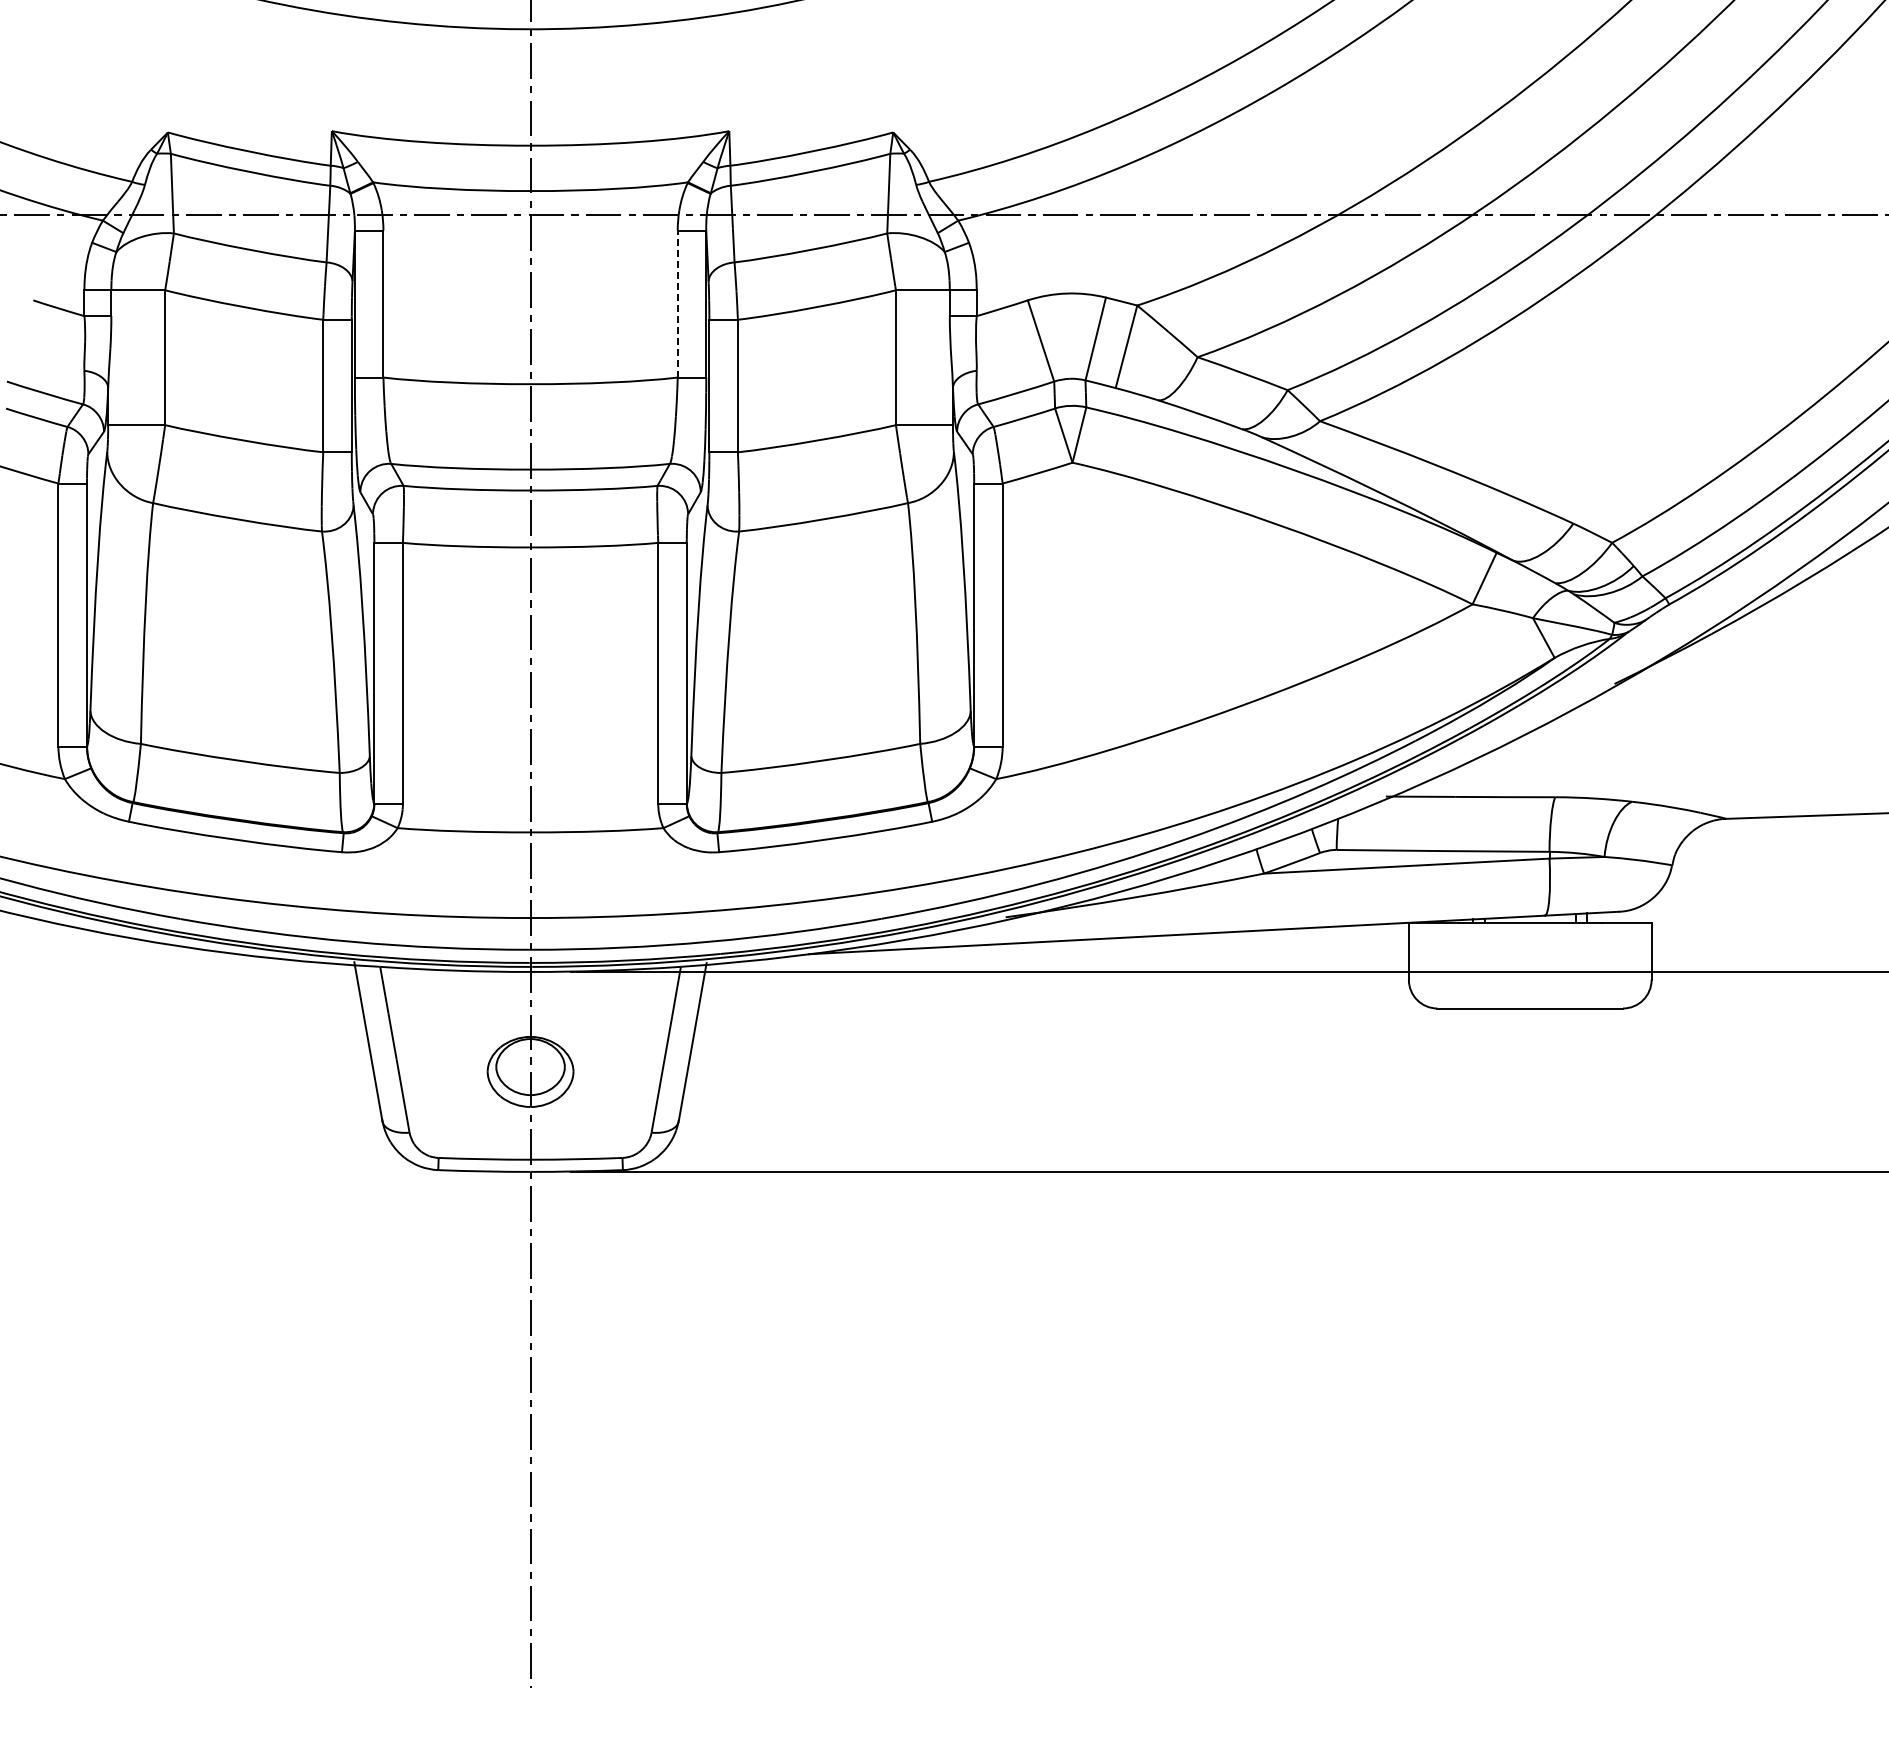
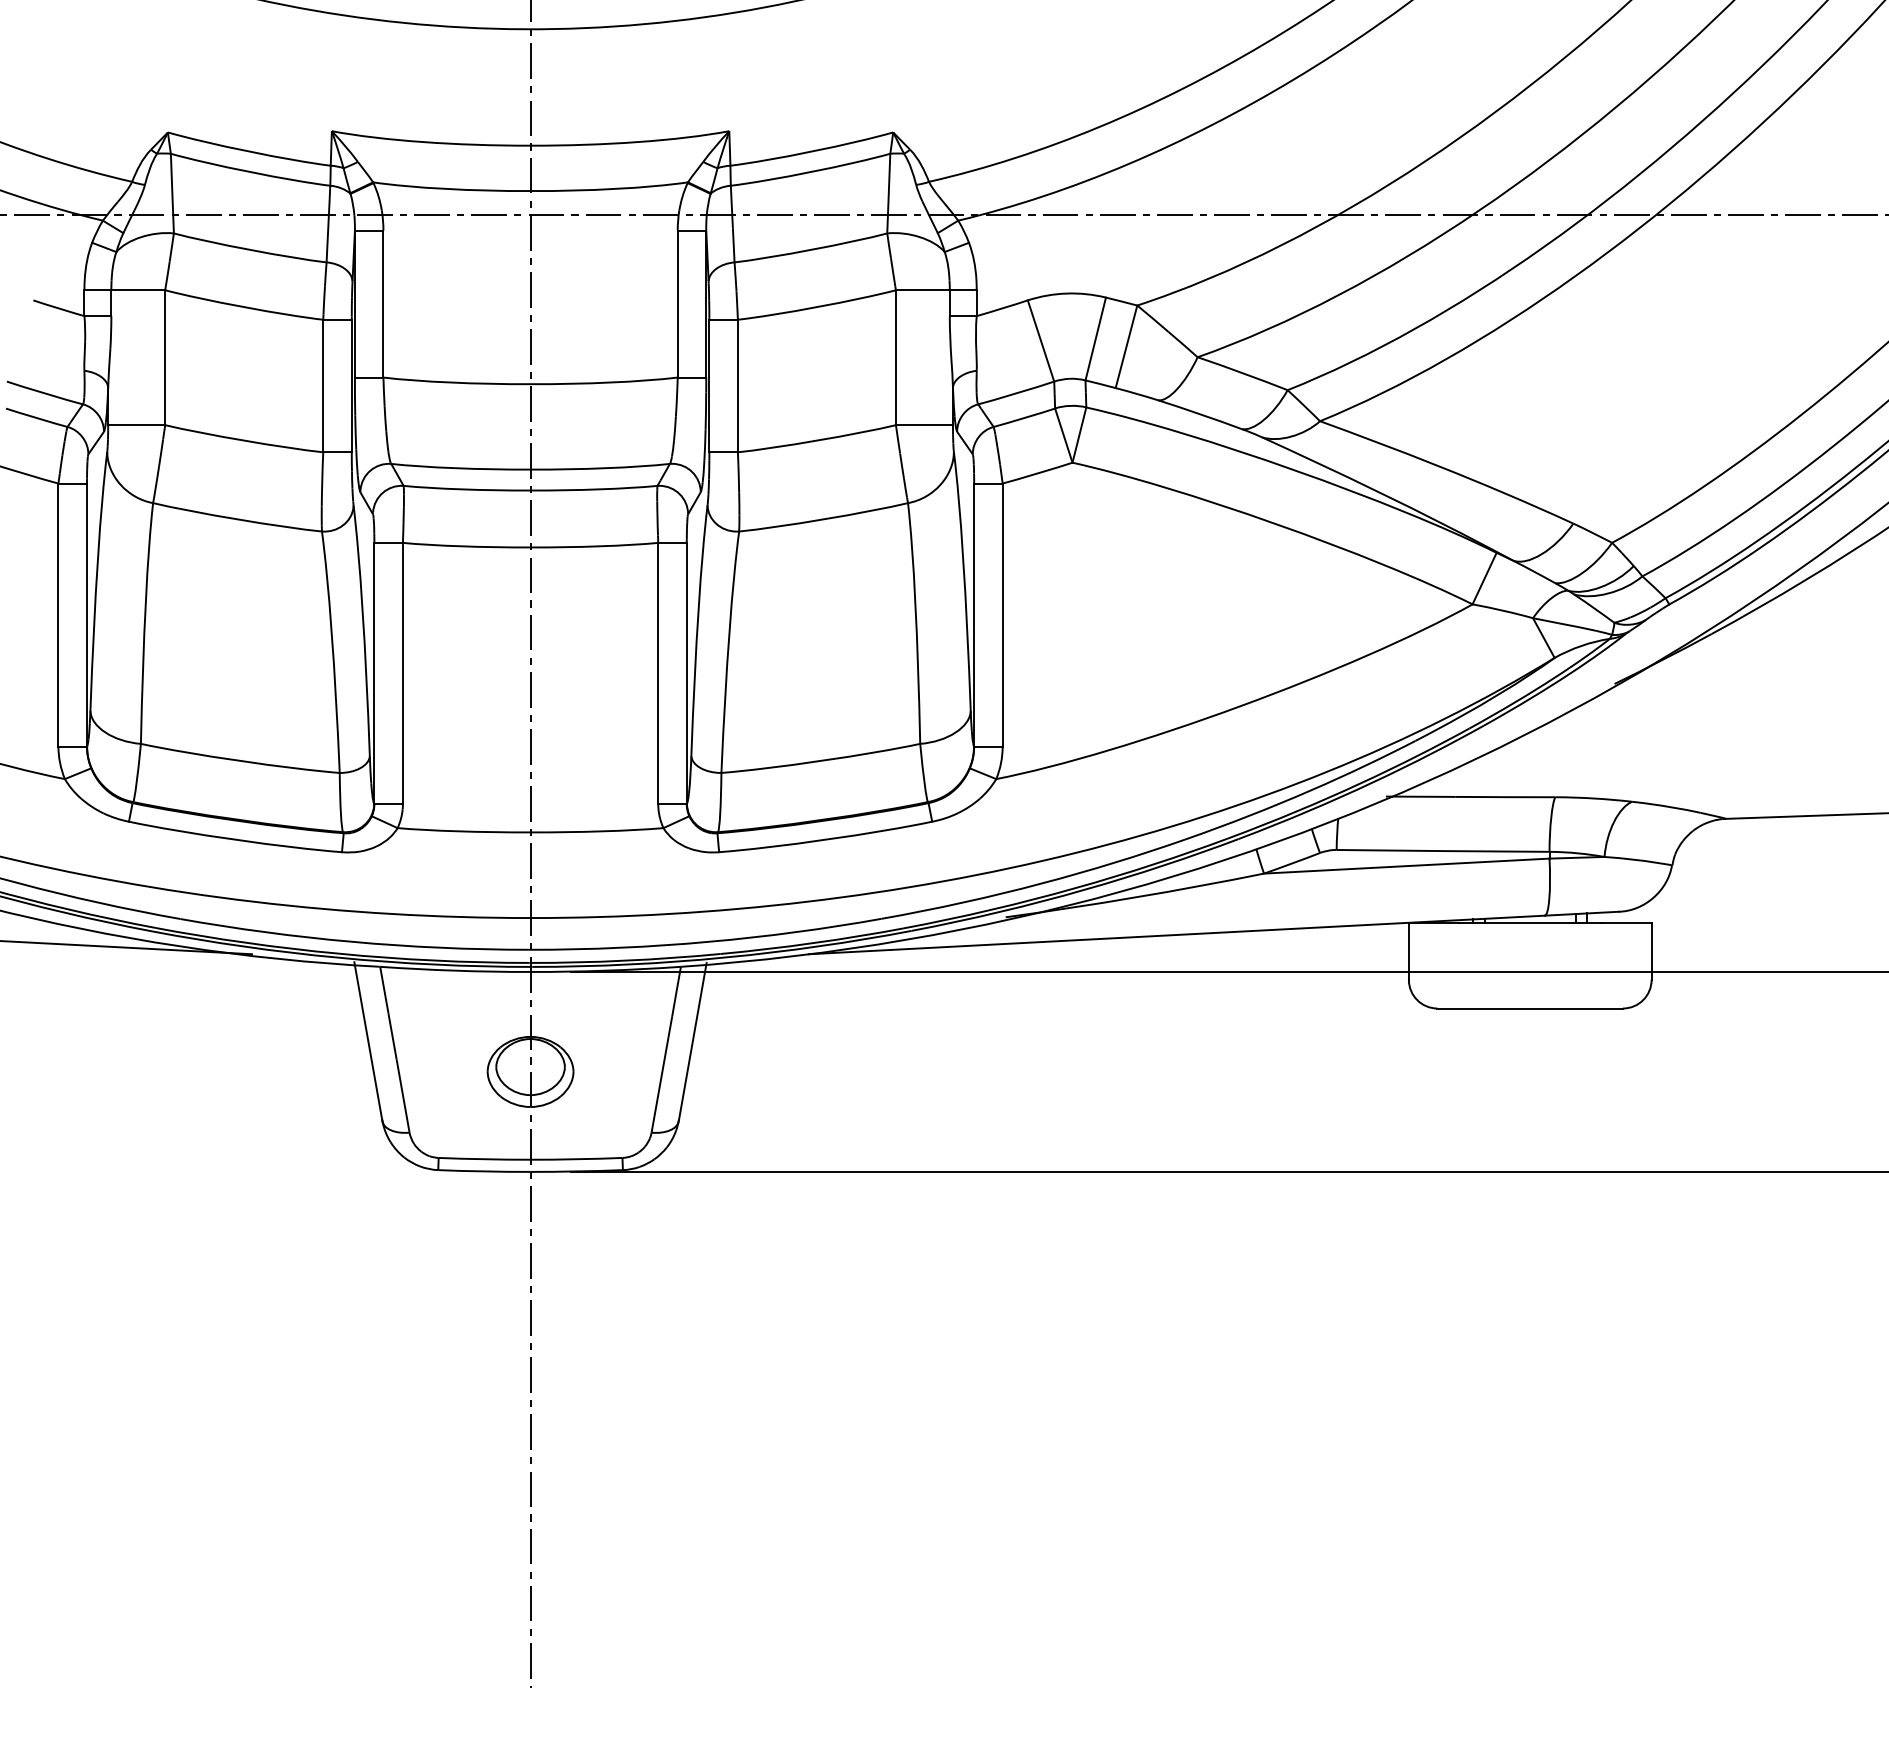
line at (677, 303): dashed -> solid
line at (127, 947): none -> present
